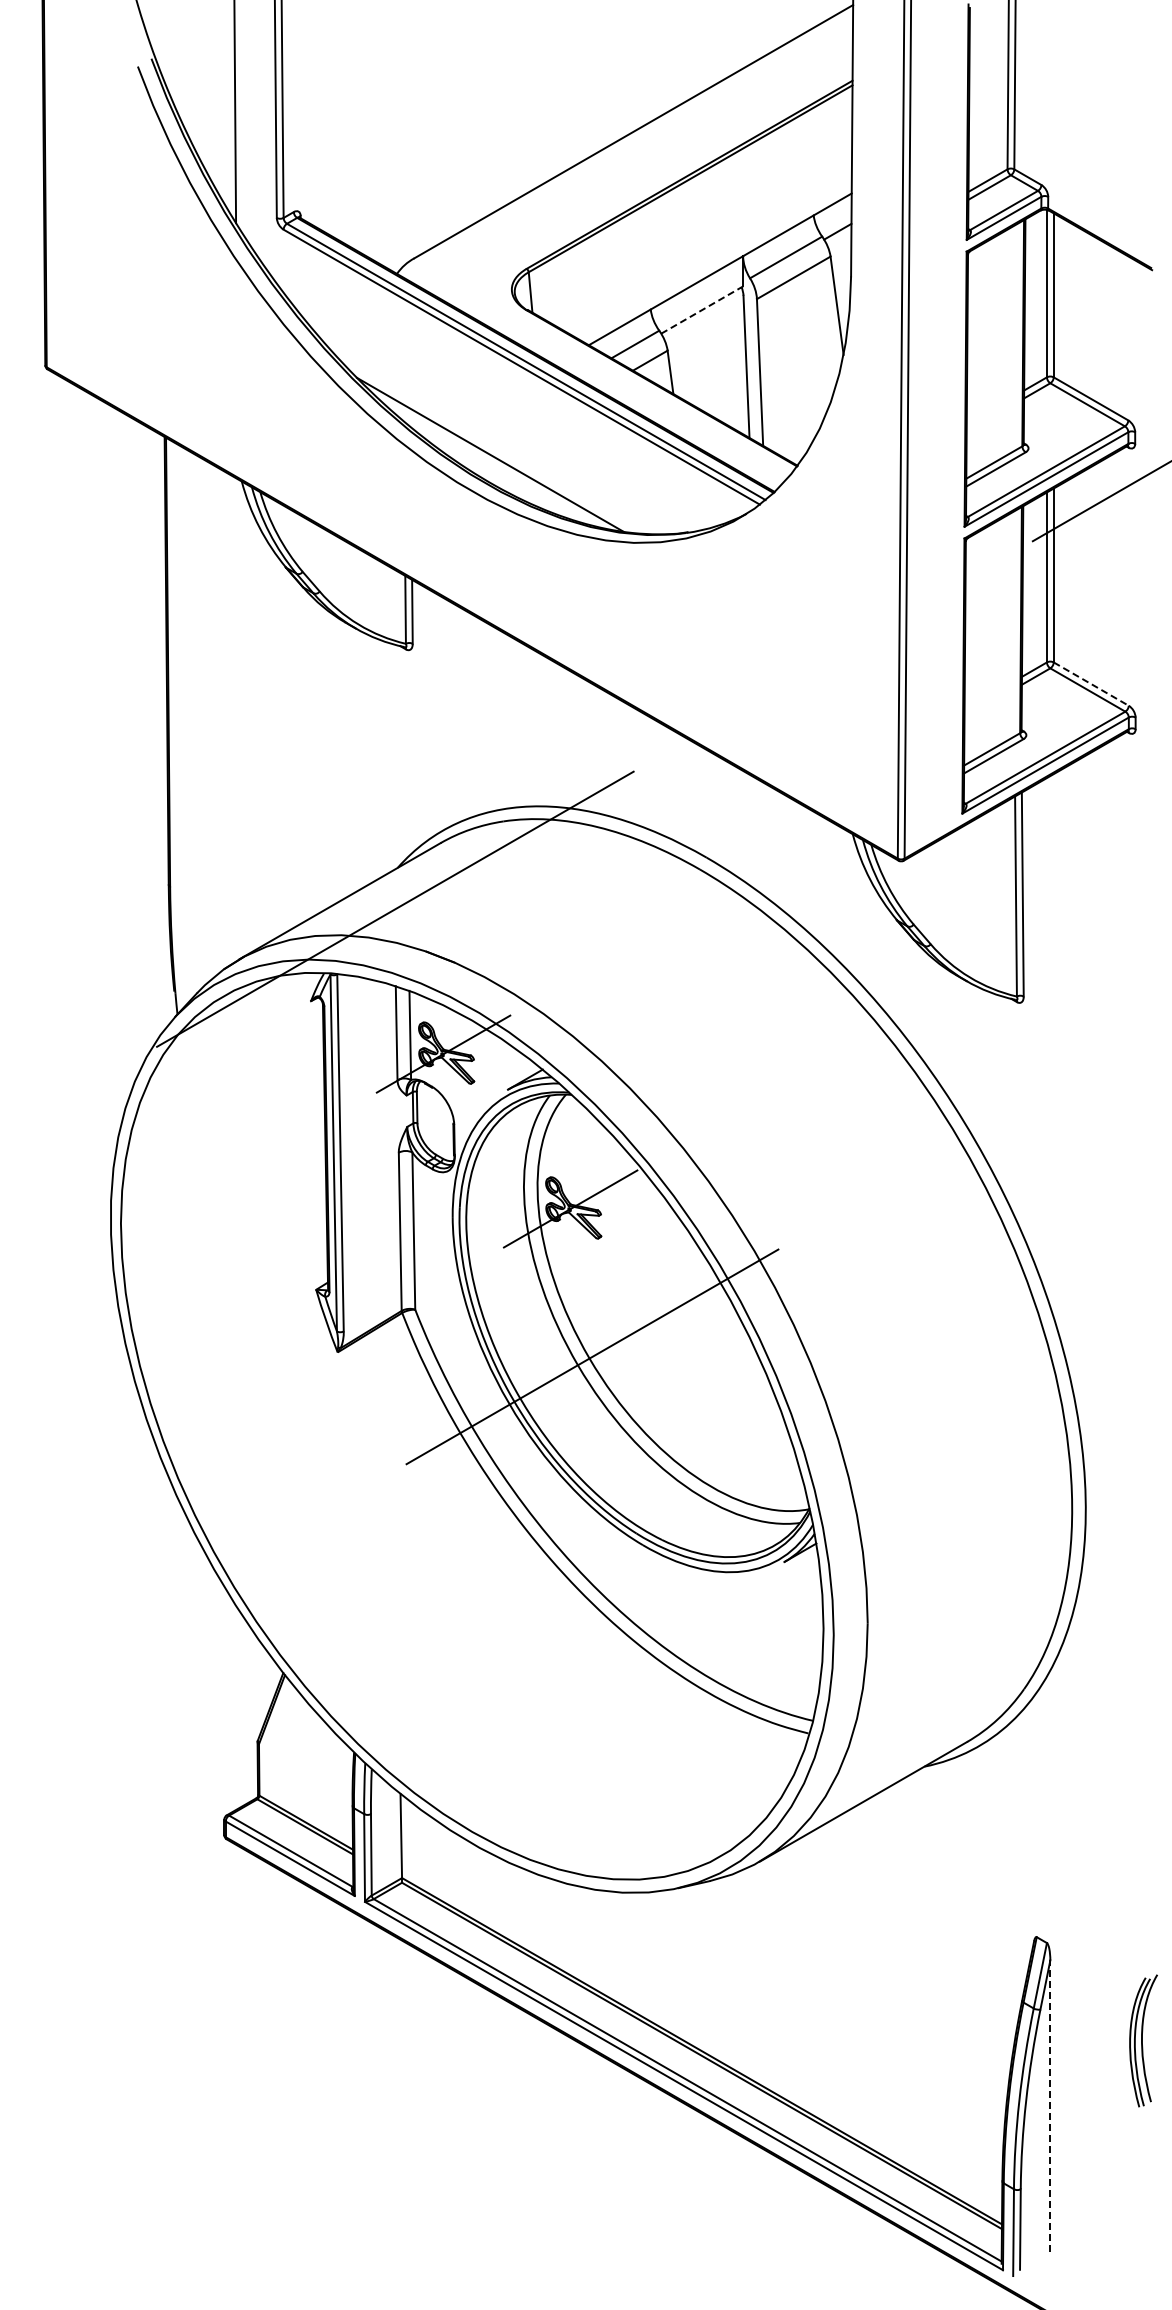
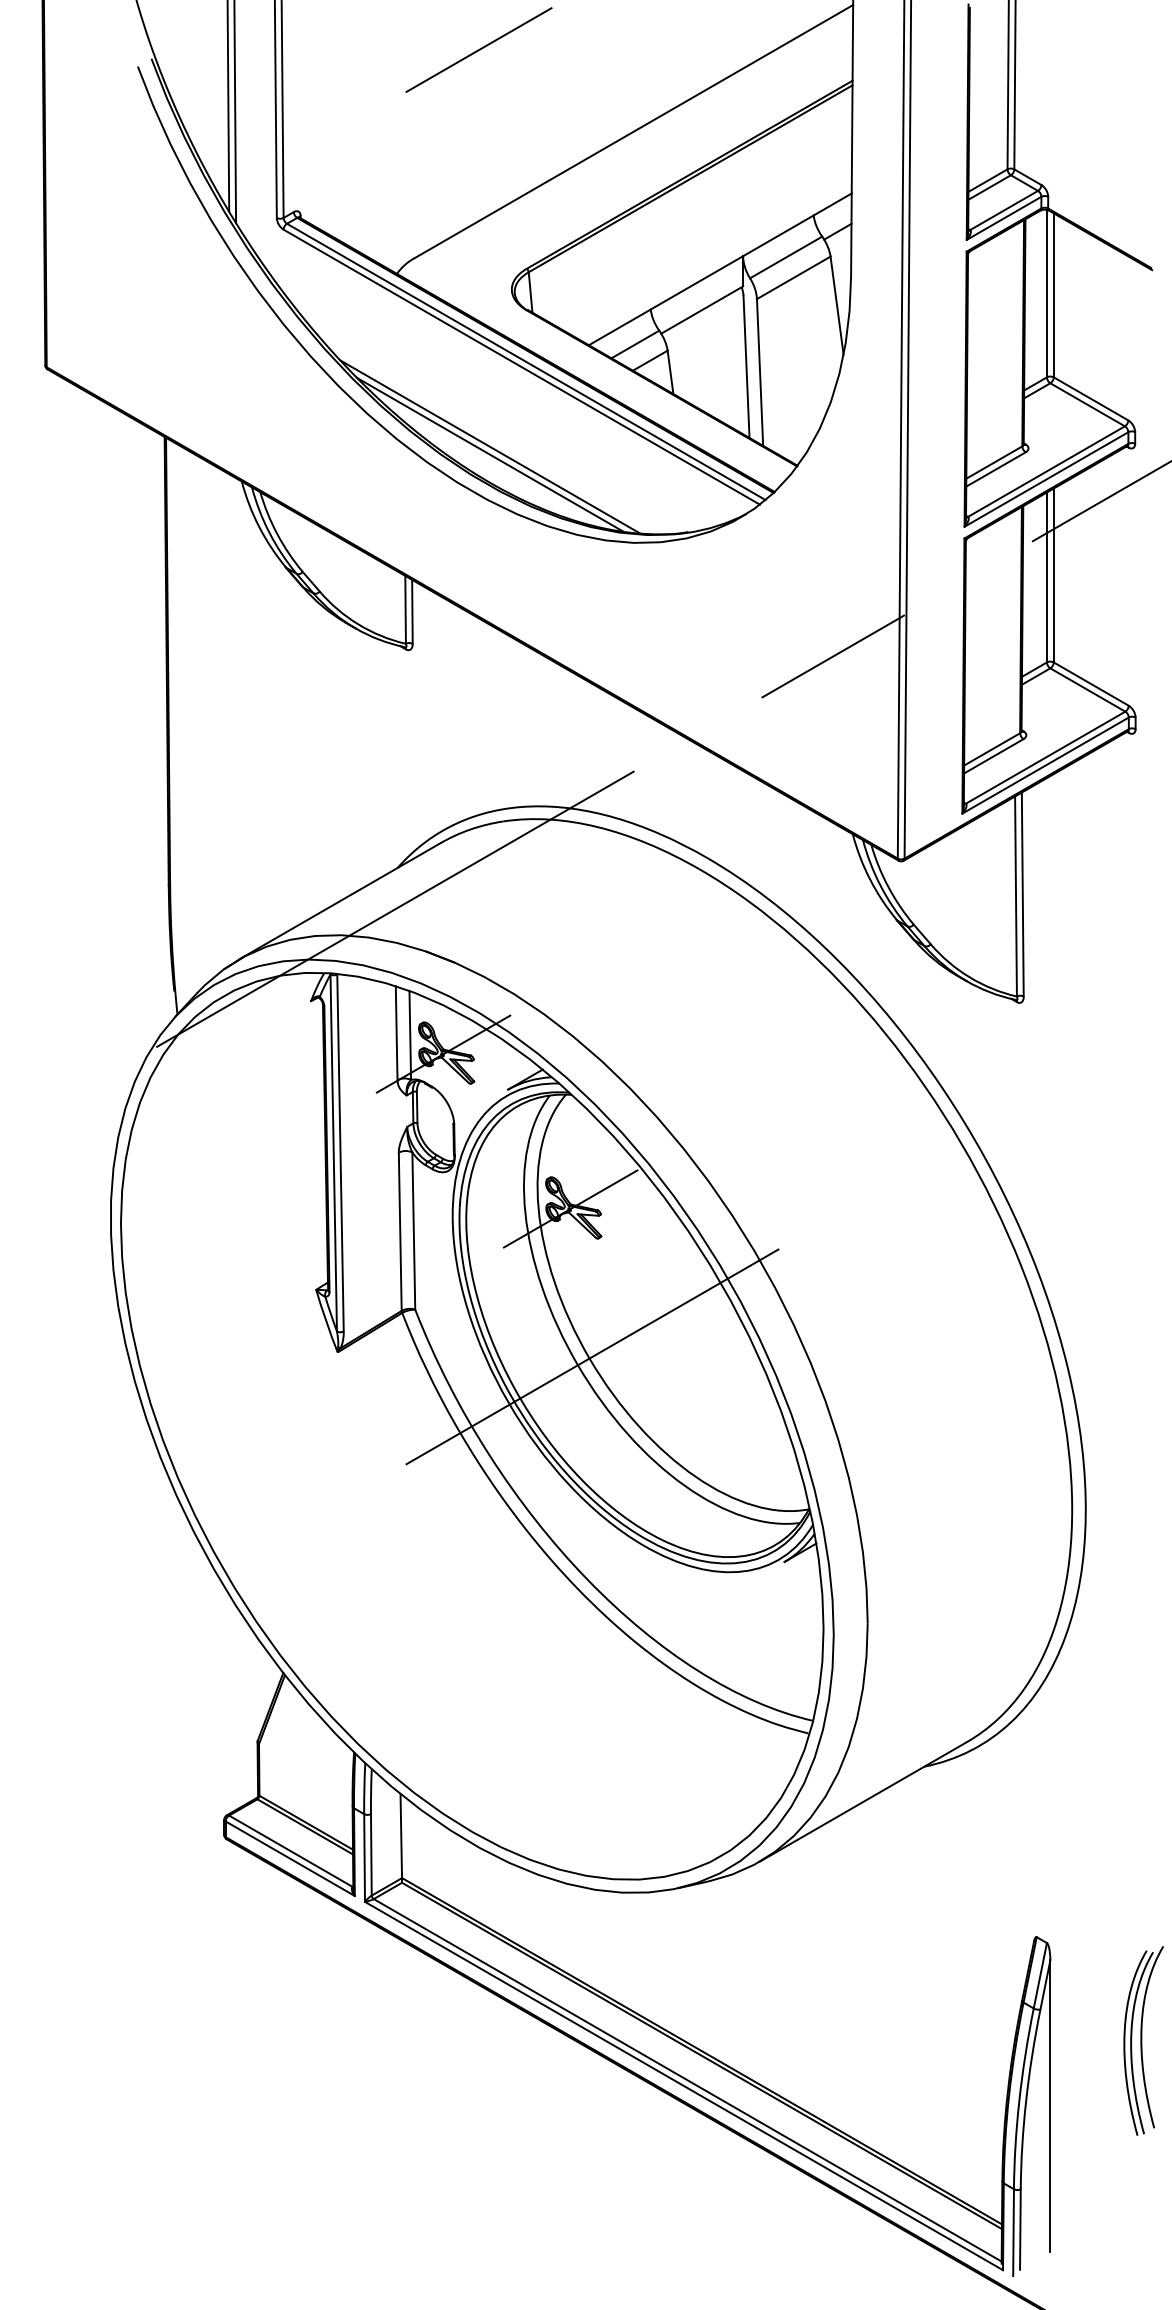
line at (478, 49): none -> present
line at (228, 106): none -> present
line at (702, 309): dashed -> solid
line at (489, 446): none -> present
line at (832, 656): none -> present
line at (1091, 684): dashed -> solid
part at (1143, 2040) size: 29x134 px -> 41x190 px
line at (1050, 2106): dashed -> solid
